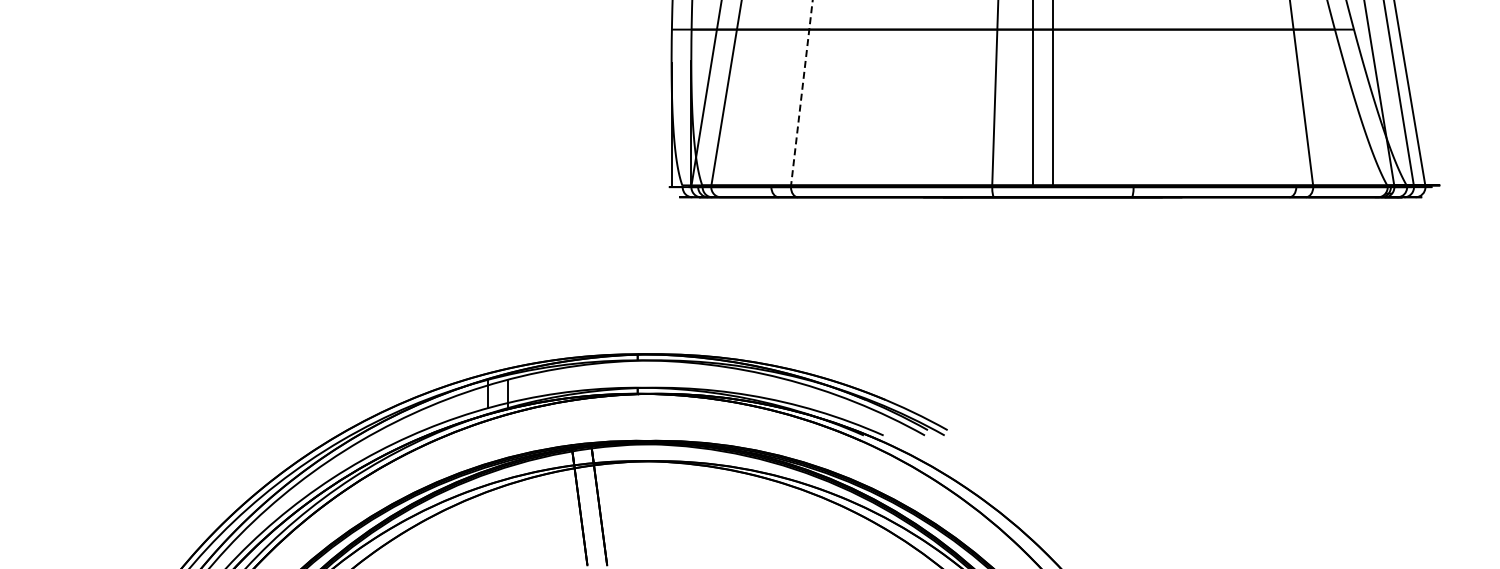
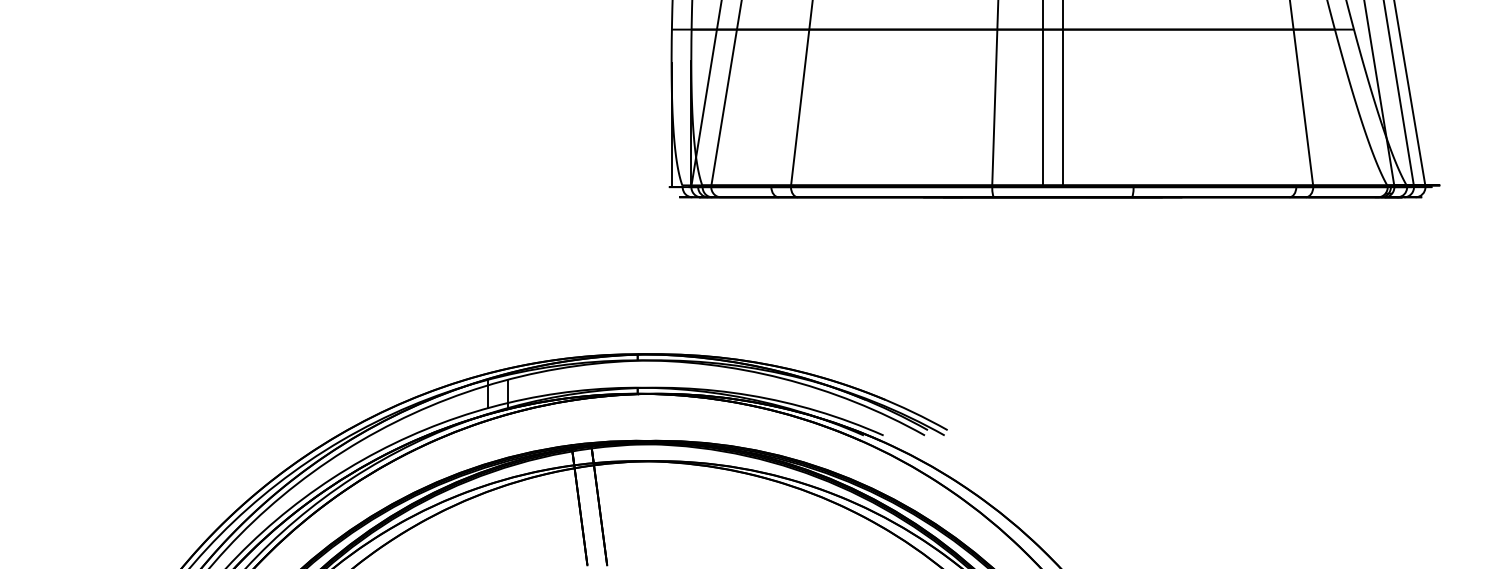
line at (801, 93): dashed -> solid
line at (1032, 94) position: (1032, 94) -> (1042, 94)
line at (1052, 94) position: (1052, 94) -> (1062, 94)
